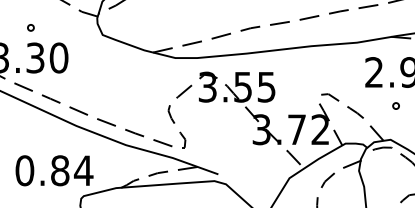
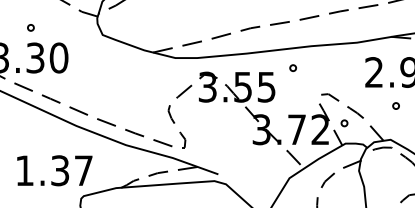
part at (292, 67): none -> present
part at (344, 123): none -> present
text at (54, 170): 0.84 -> 1.37
